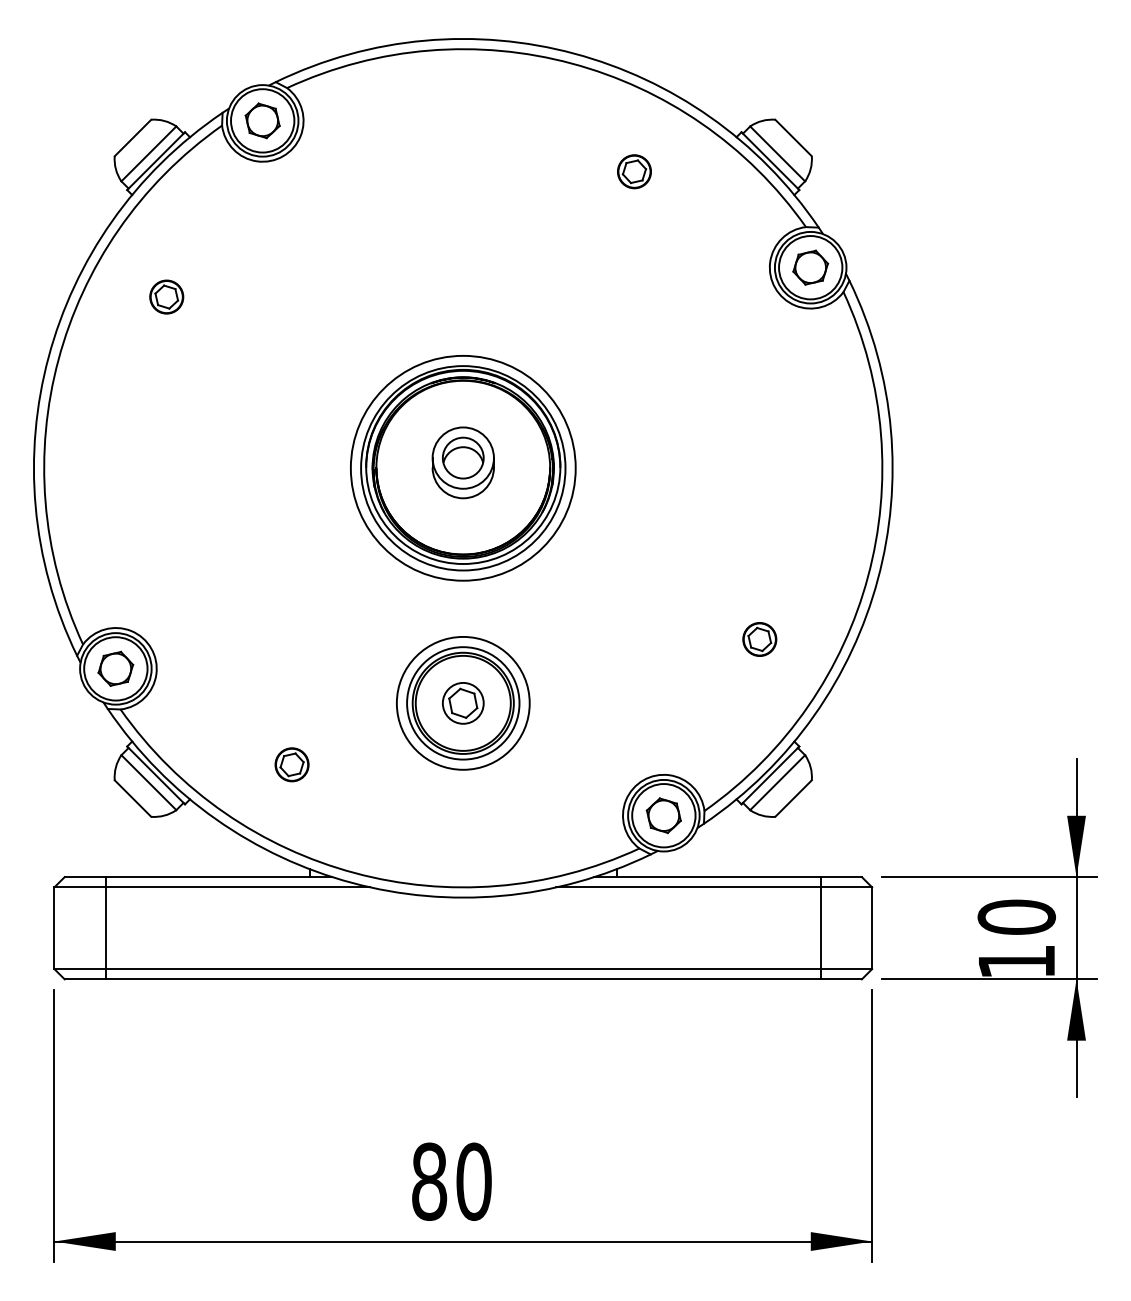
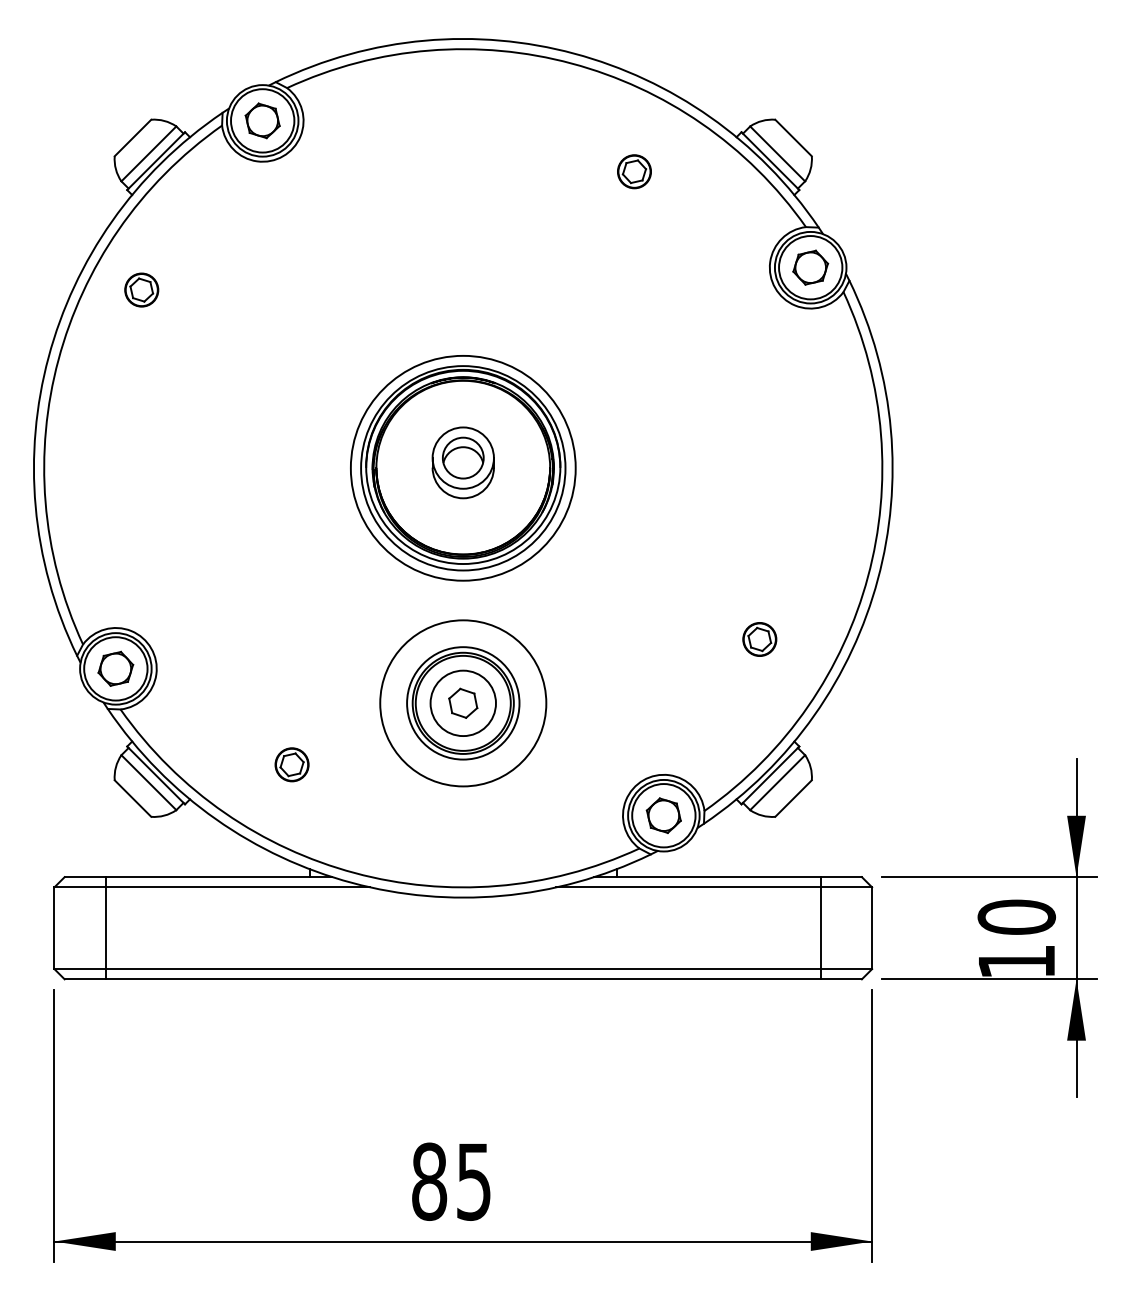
part at (166, 296) position: (166, 296) -> (141, 289)
circle at (462, 702) diameter: 133 px -> 166 px
circle at (462, 702) diameter: 41 px -> 65 px
text at (473, 1181): 80 -> 85
